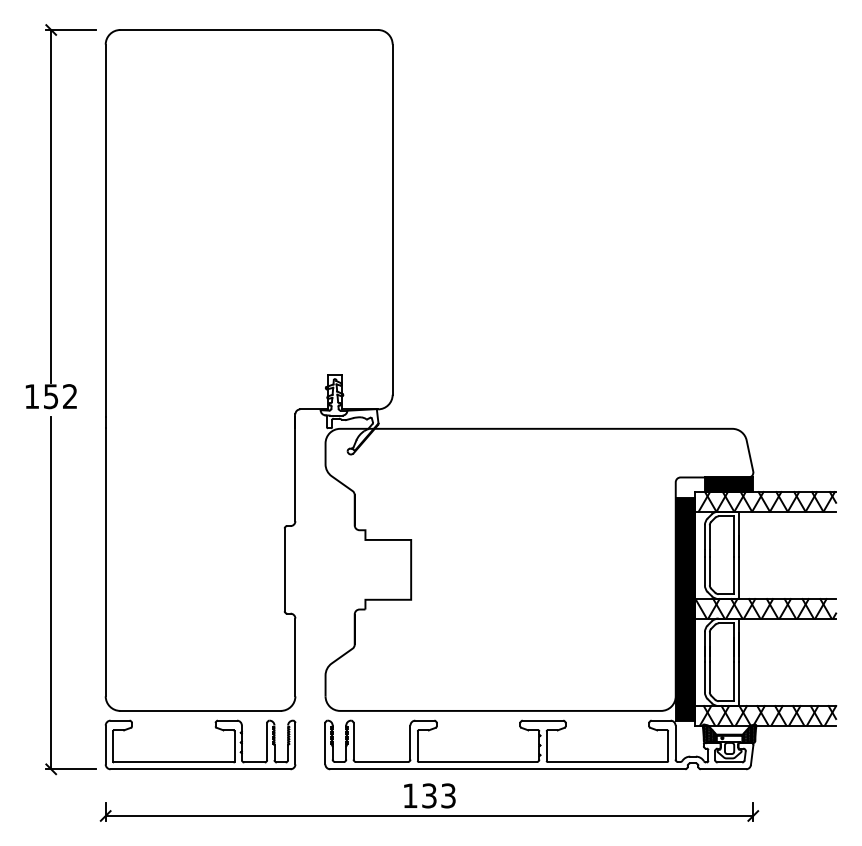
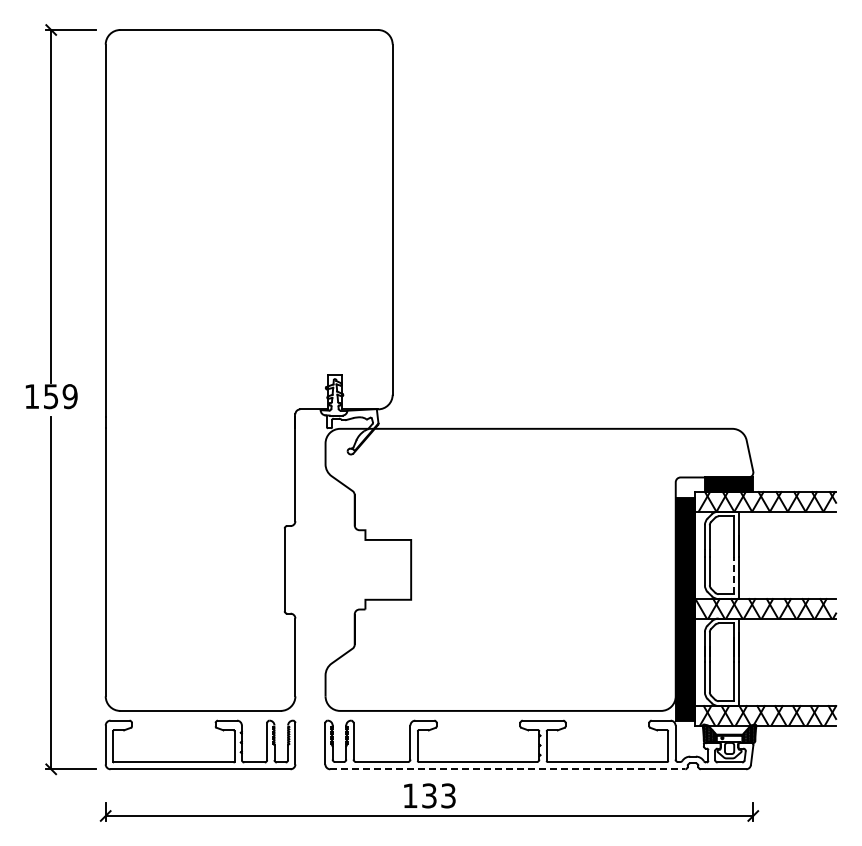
text at (69, 396): 152 -> 159
line at (734, 575): solid -> dashed
line at (507, 769): solid -> dashed
